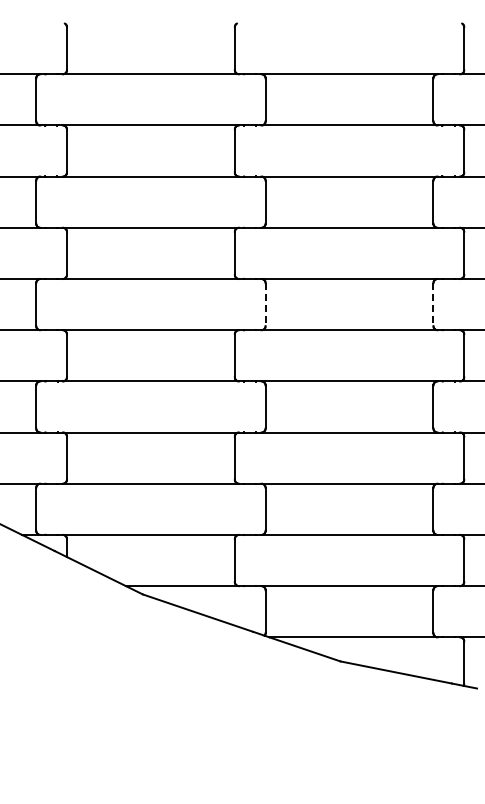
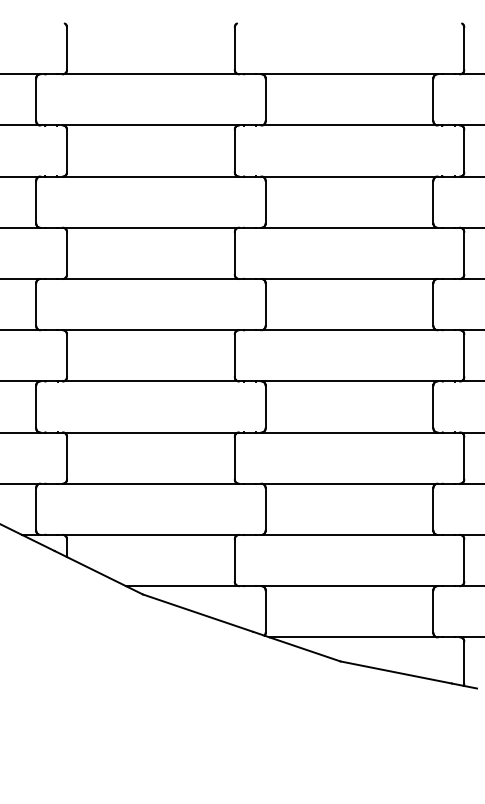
line at (265, 305): dashed -> solid
line at (433, 305): dashed -> solid
